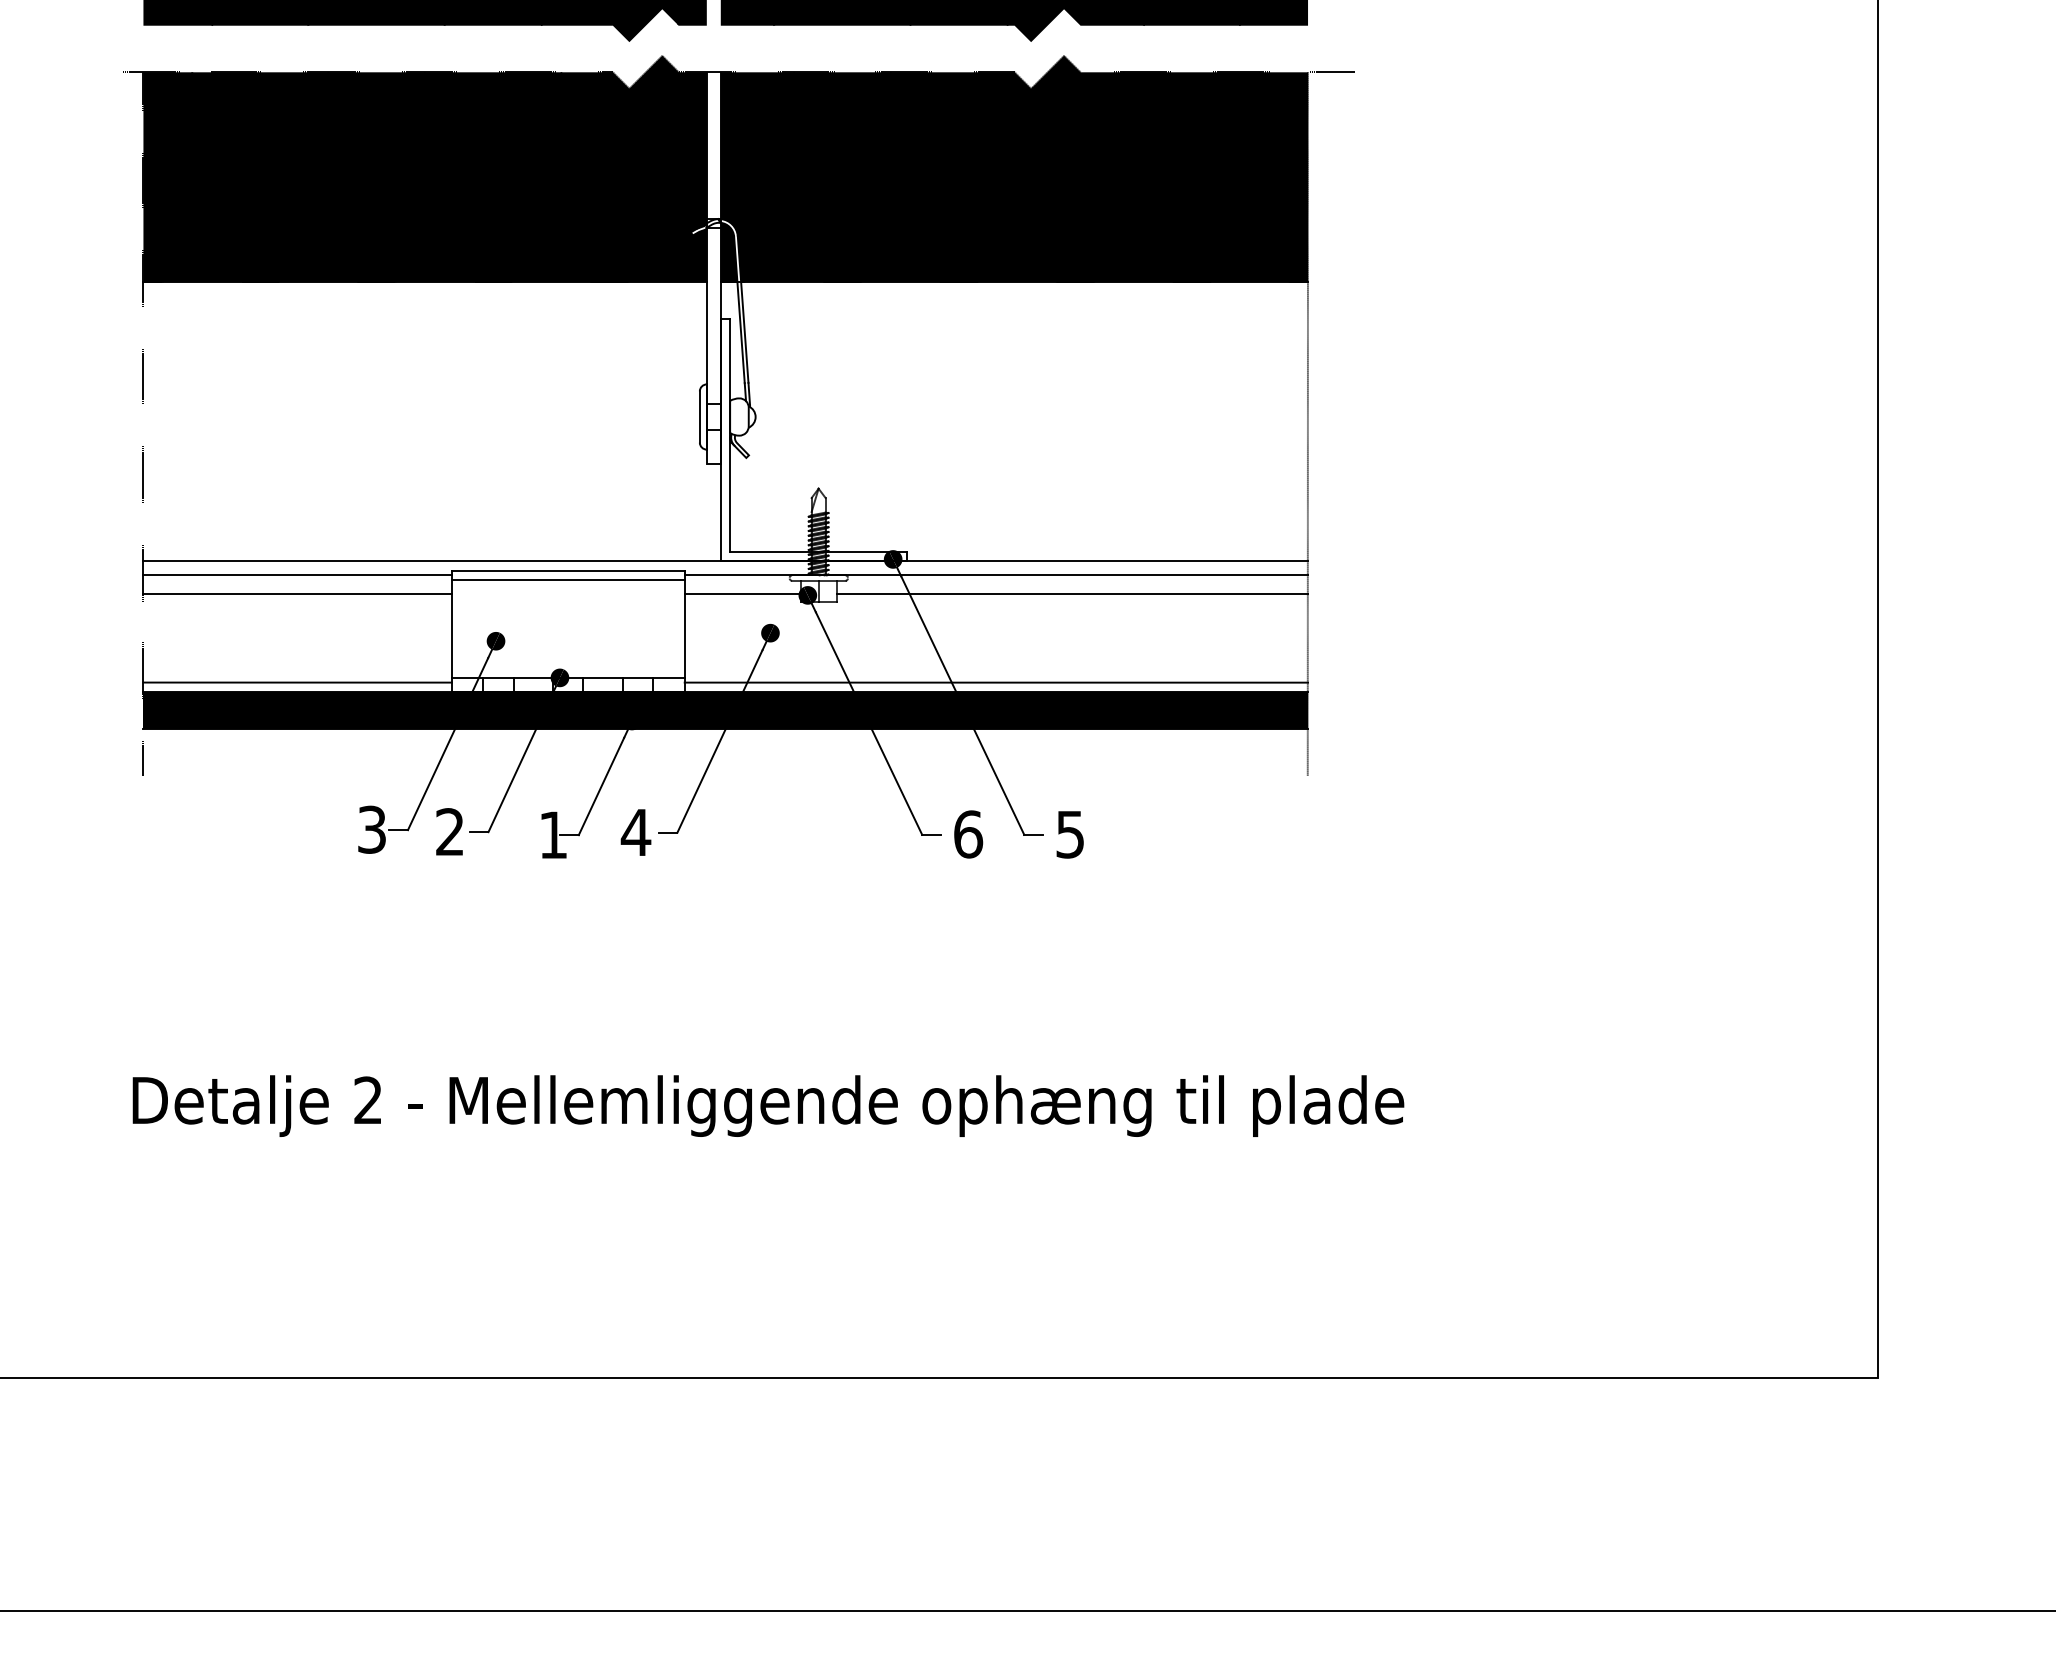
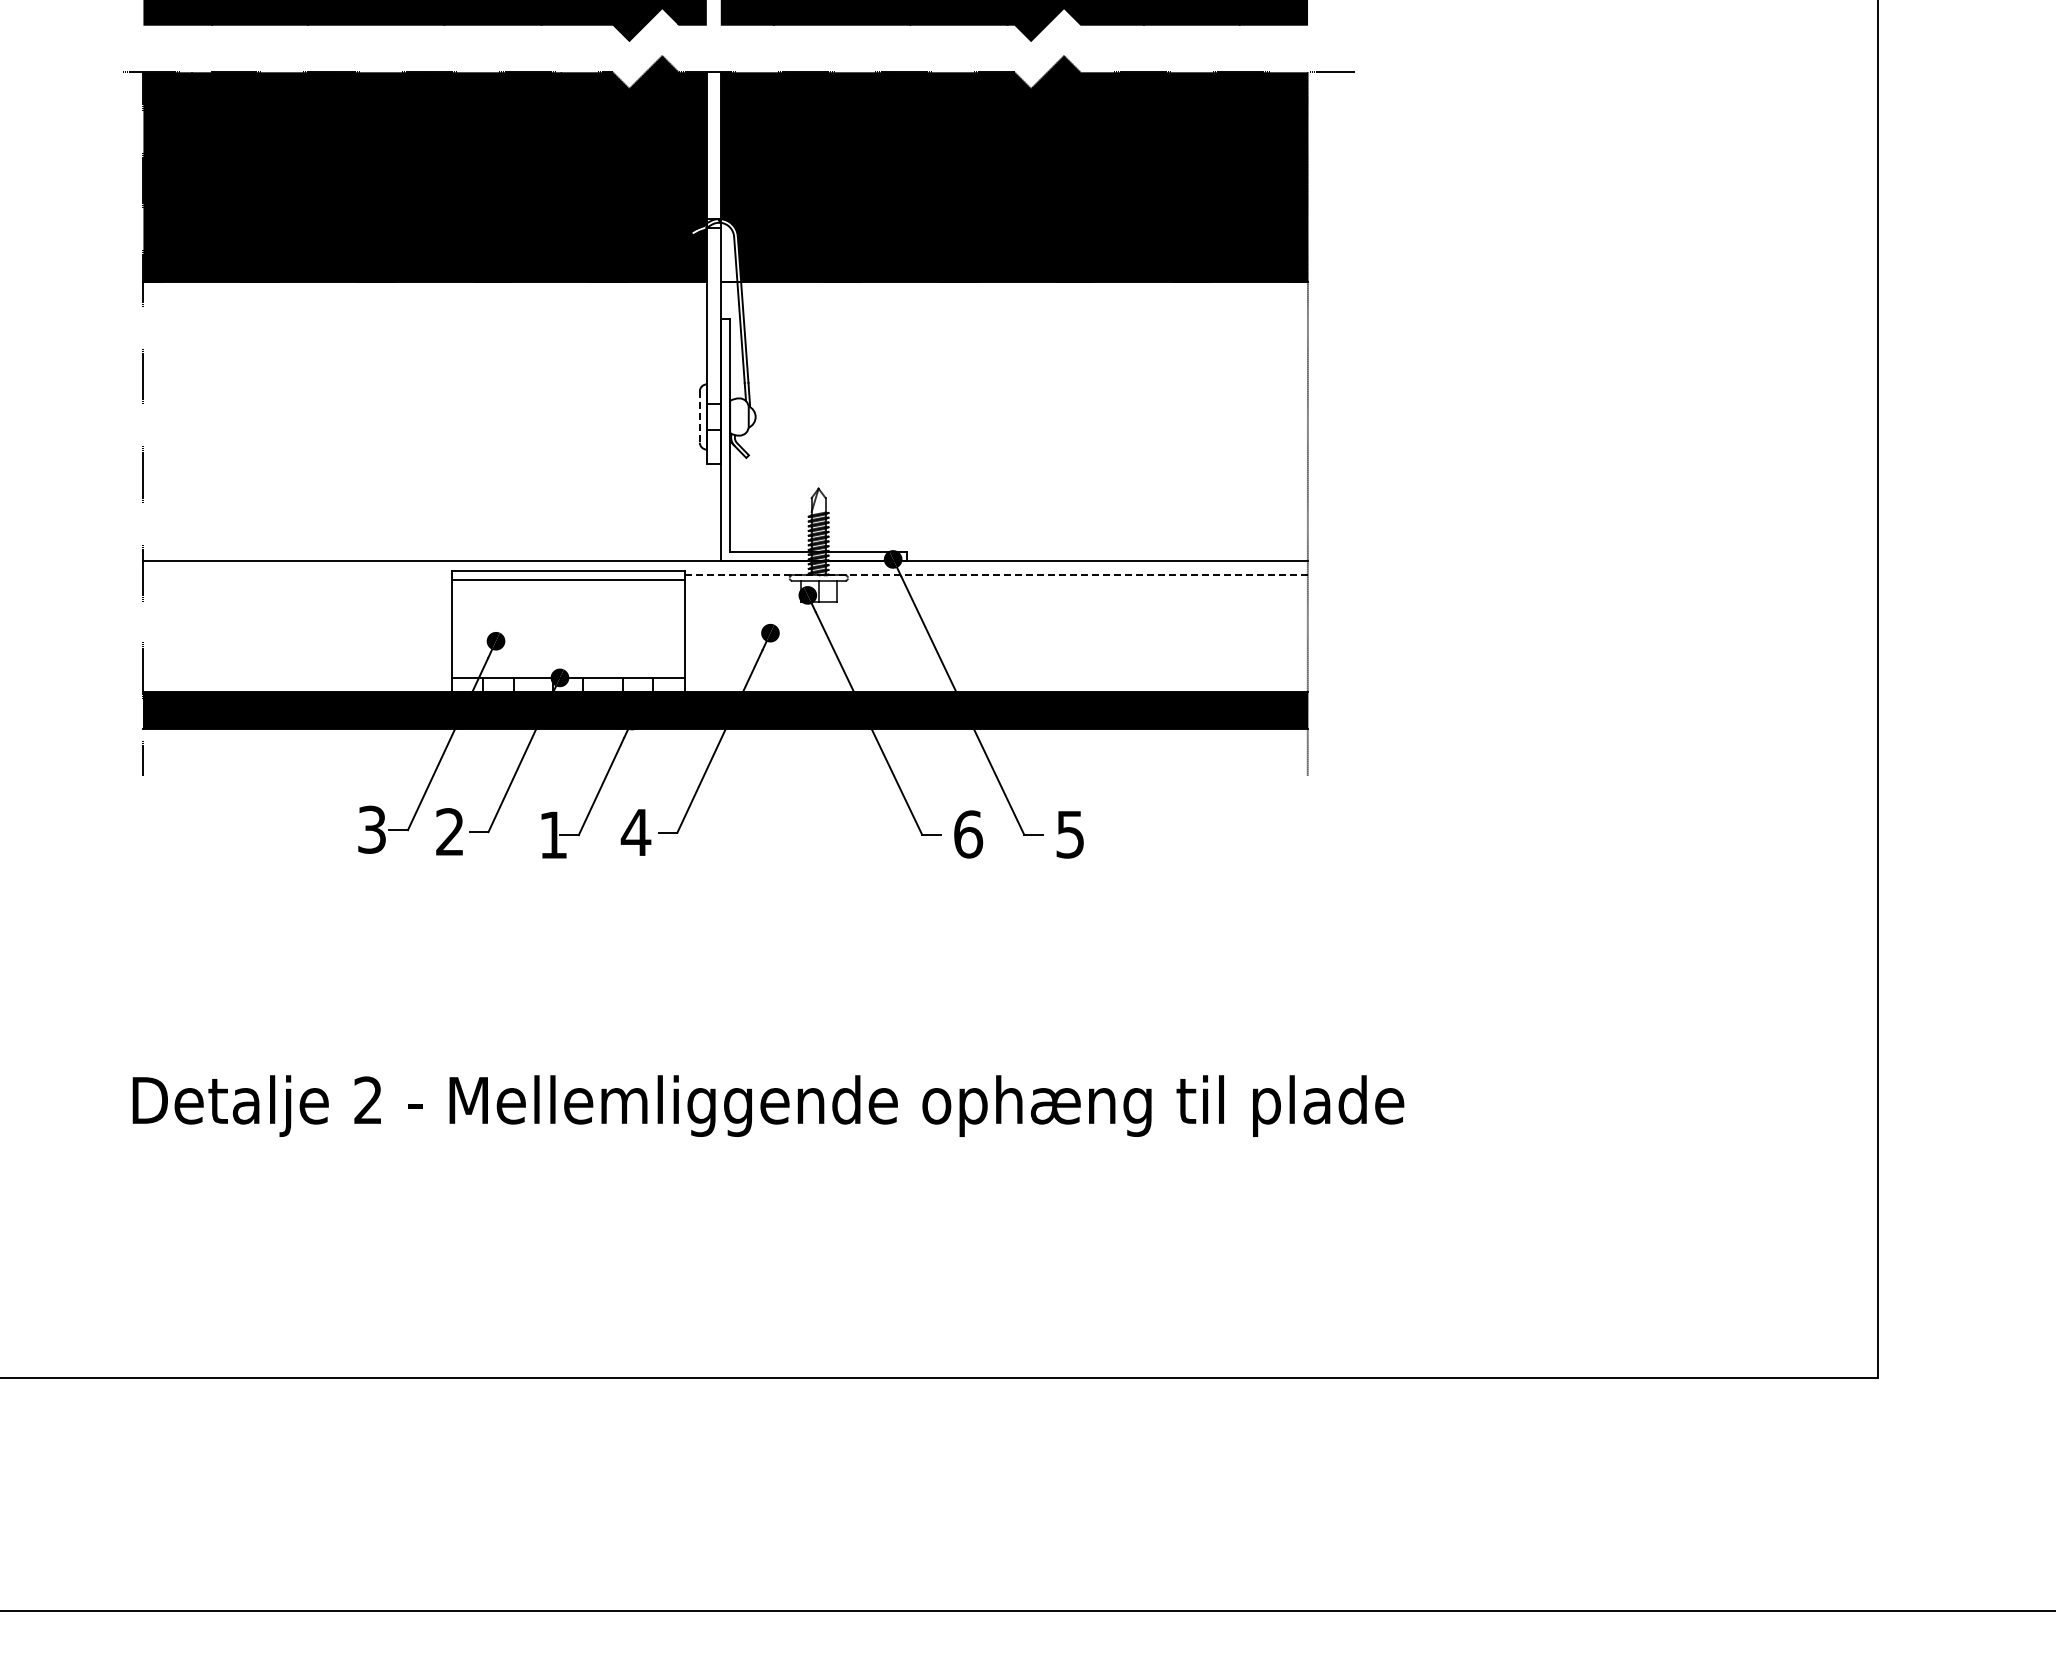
fill at (728, 251): present -> none
line at (699, 417): solid -> dashed
line at (297, 575): present -> none
line at (996, 575): solid -> dashed
line at (297, 594): present -> none
line at (742, 594): present -> none
line at (1072, 594): present -> none
line at (297, 682): present -> none
line at (996, 682): present -> none
